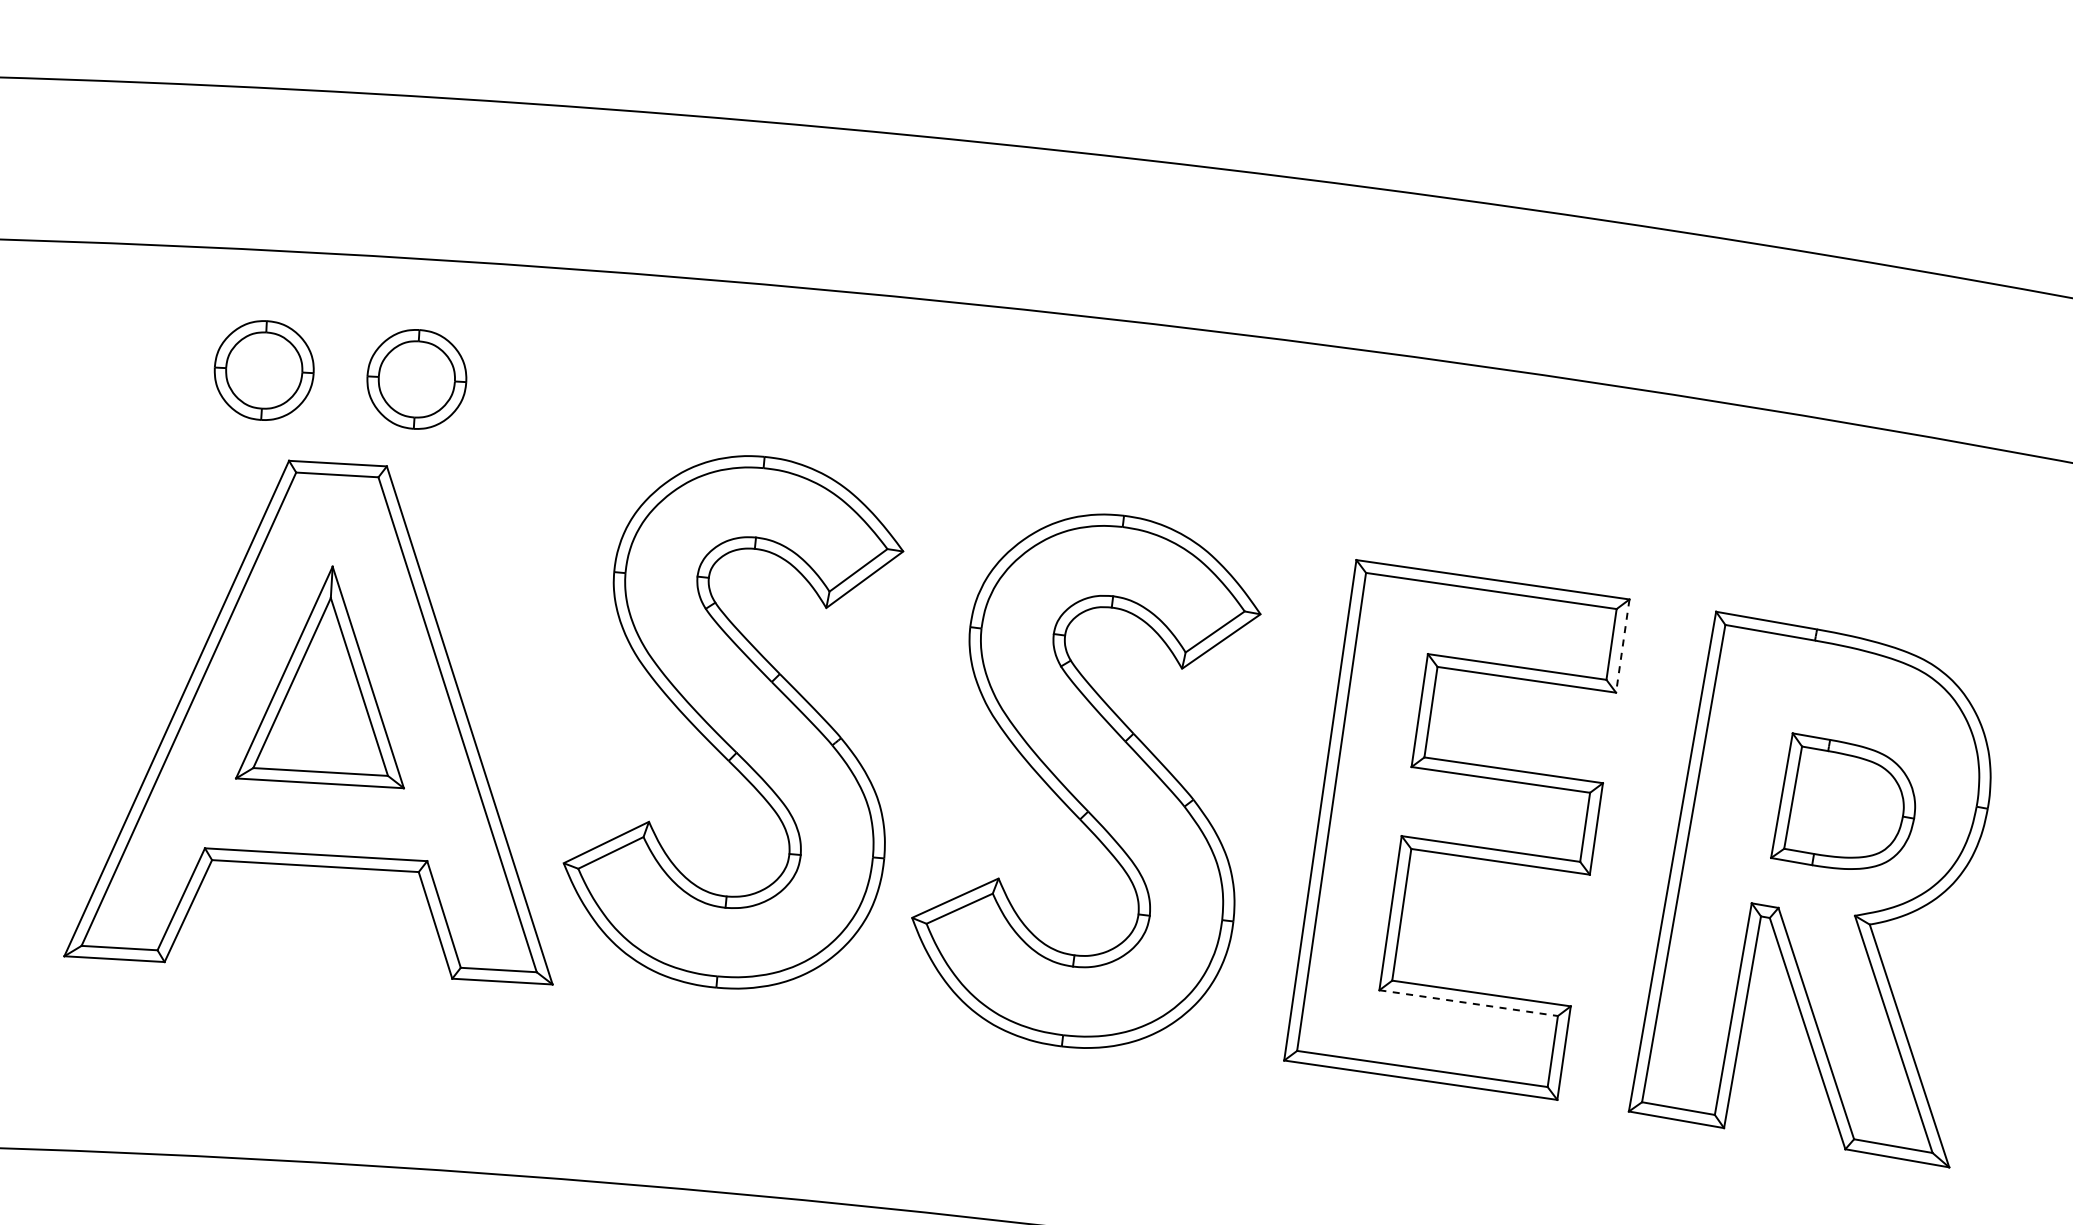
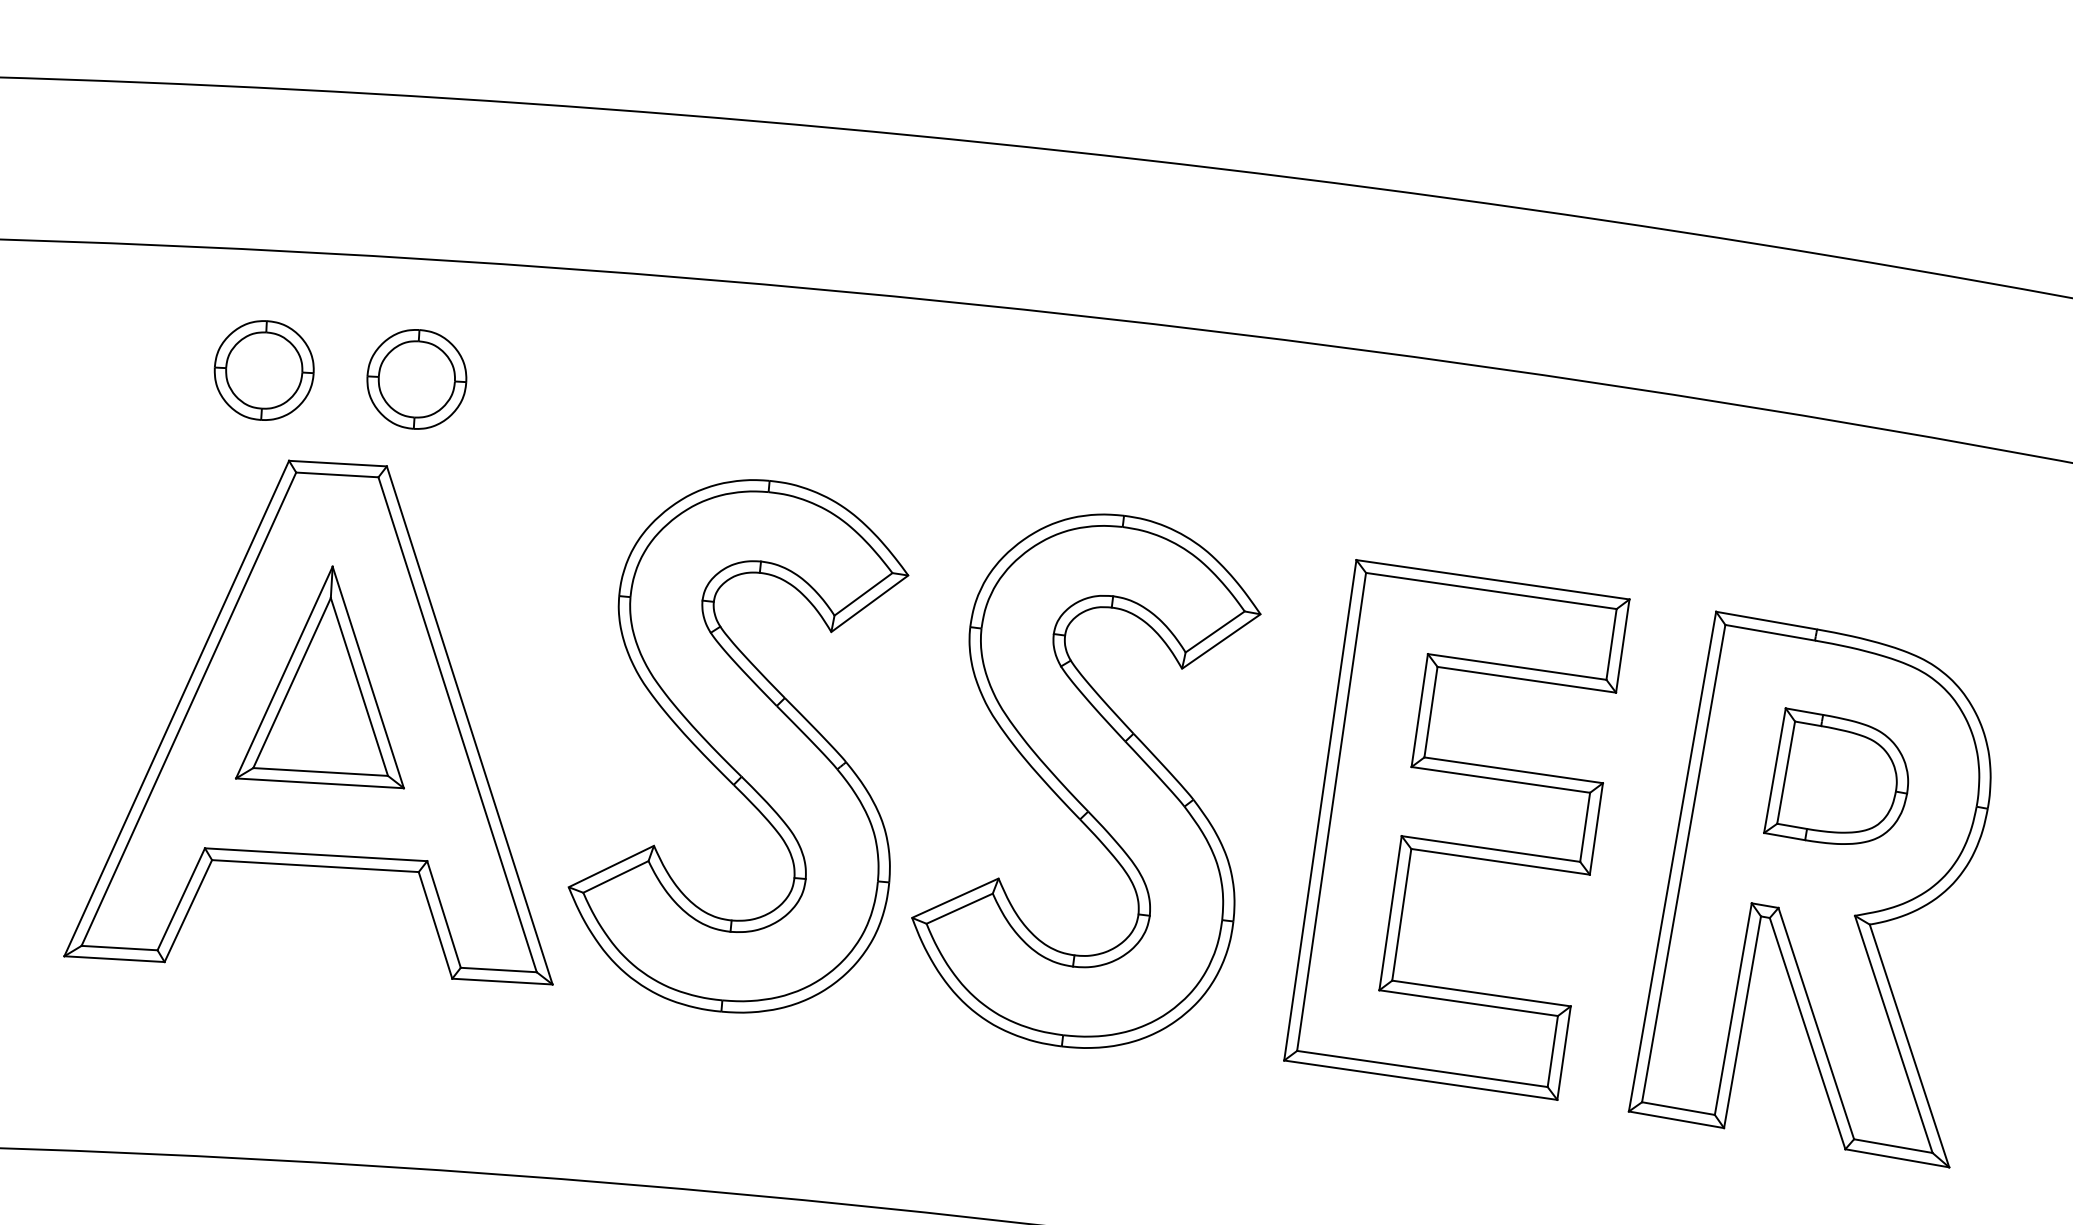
line at (1622, 646): dashed -> solid
part at (733, 722) position: (733, 722) -> (738, 746)
part at (1843, 800) position: (1843, 800) -> (1836, 775)
line at (1469, 1003): dashed -> solid
